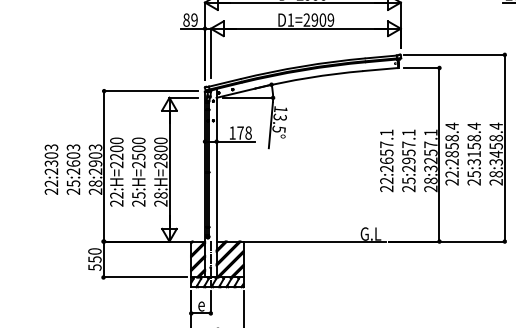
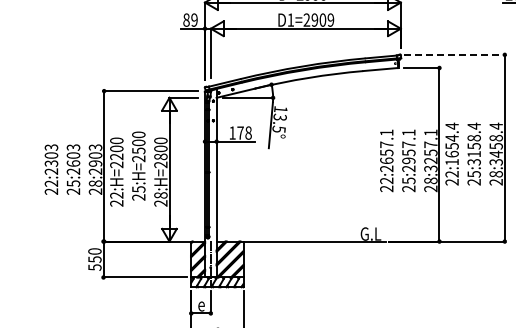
line at (454, 54): solid -> dashed
text at (451, 149): 22:2858.4 -> 22:1654.4
text at (138, 171) position: (138, 171) -> (138, 165)
